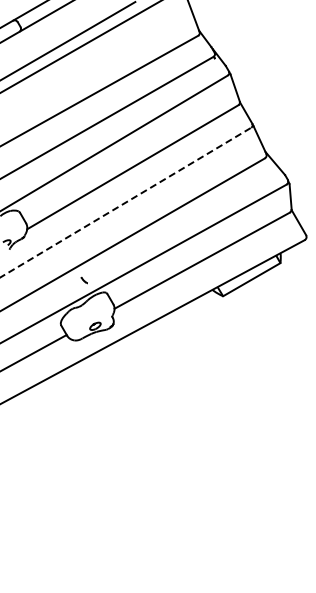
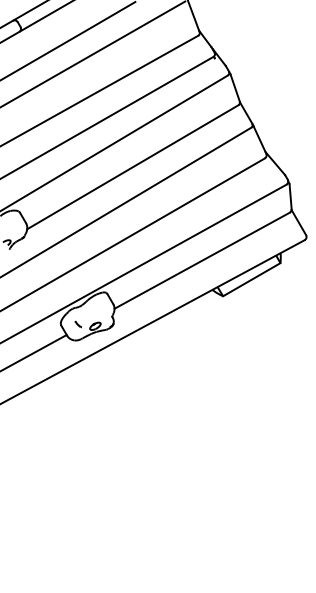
line at (80, 46) position: (80, 46) -> (93, 54)
line at (125, 202): dashed -> solid
part at (83, 280) position: (83, 280) -> (77, 324)
